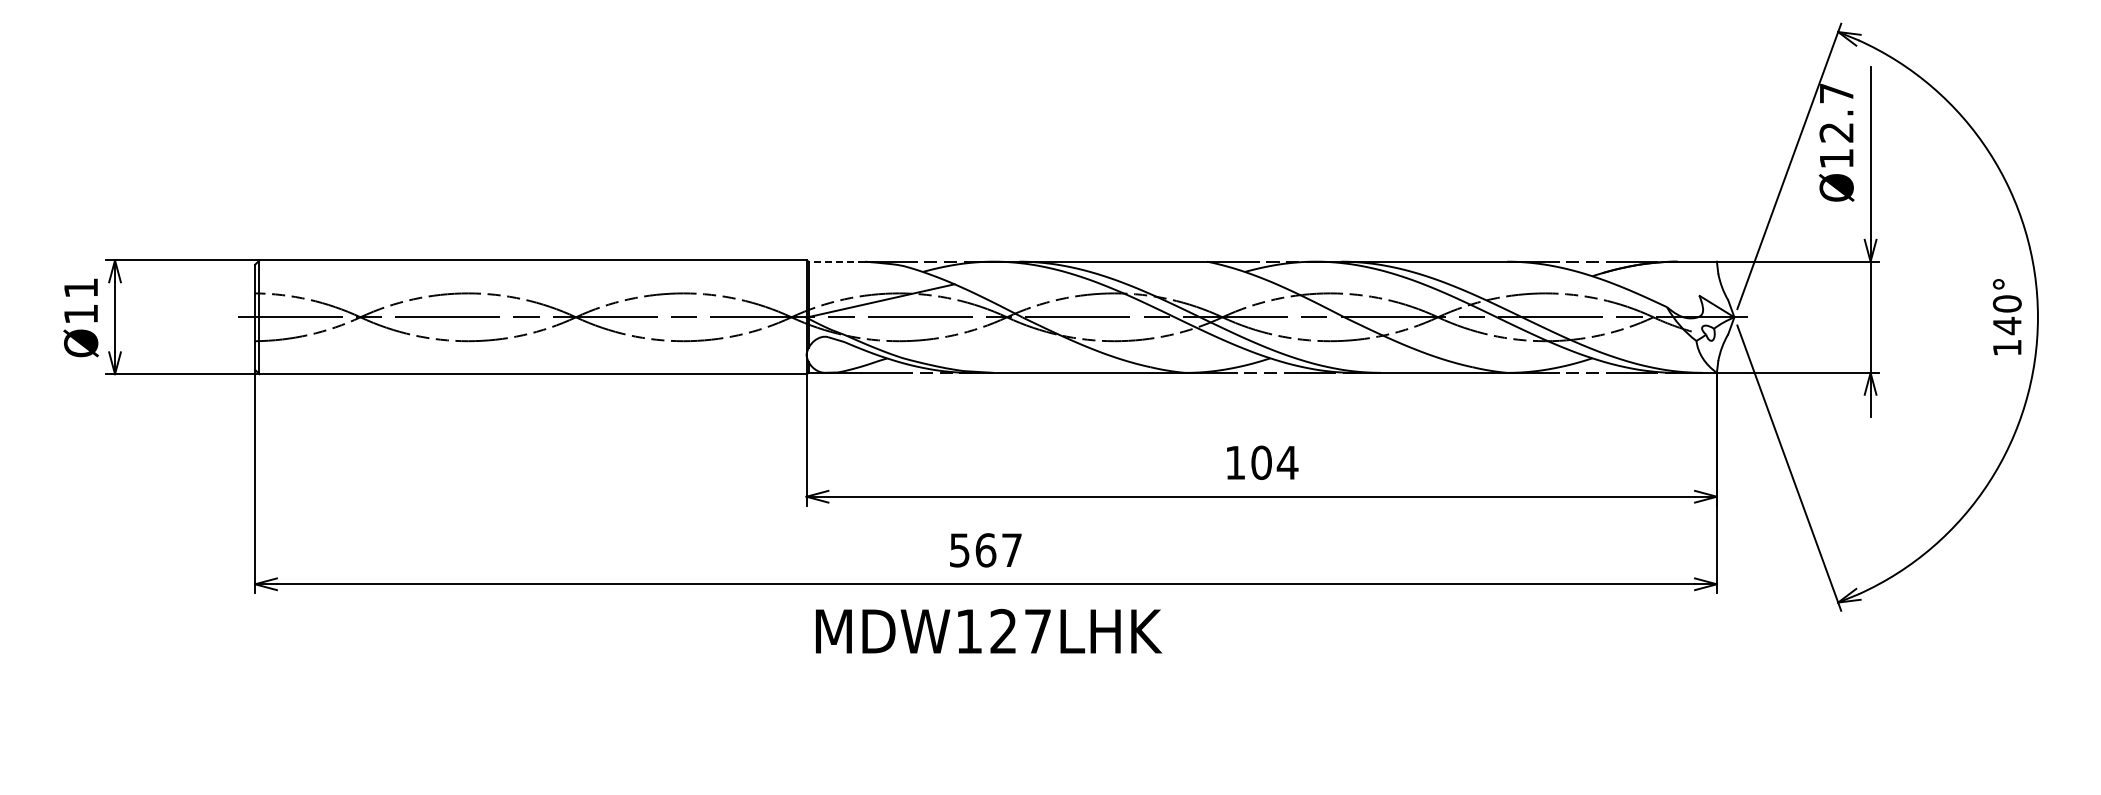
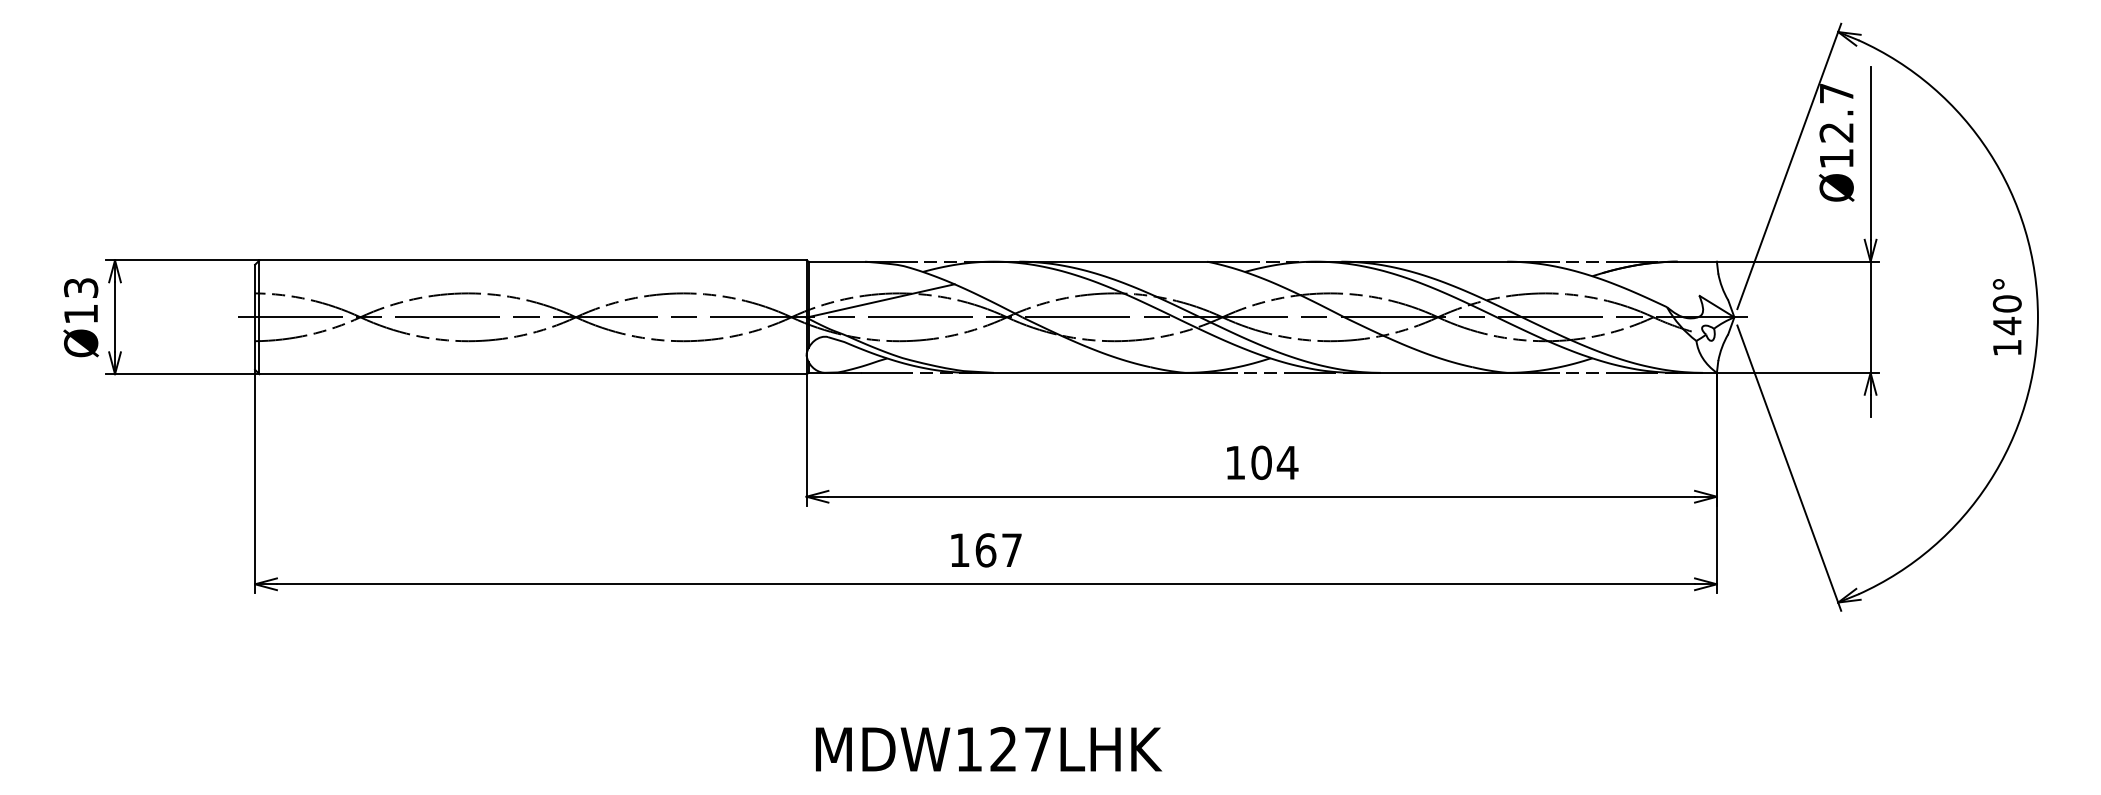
line at (836, 261): dashed -> solid
text at (81, 287): Ø11 -> Ø13
text at (959, 550): 567 -> 167
text at (989, 630) position: (989, 630) -> (989, 748)
